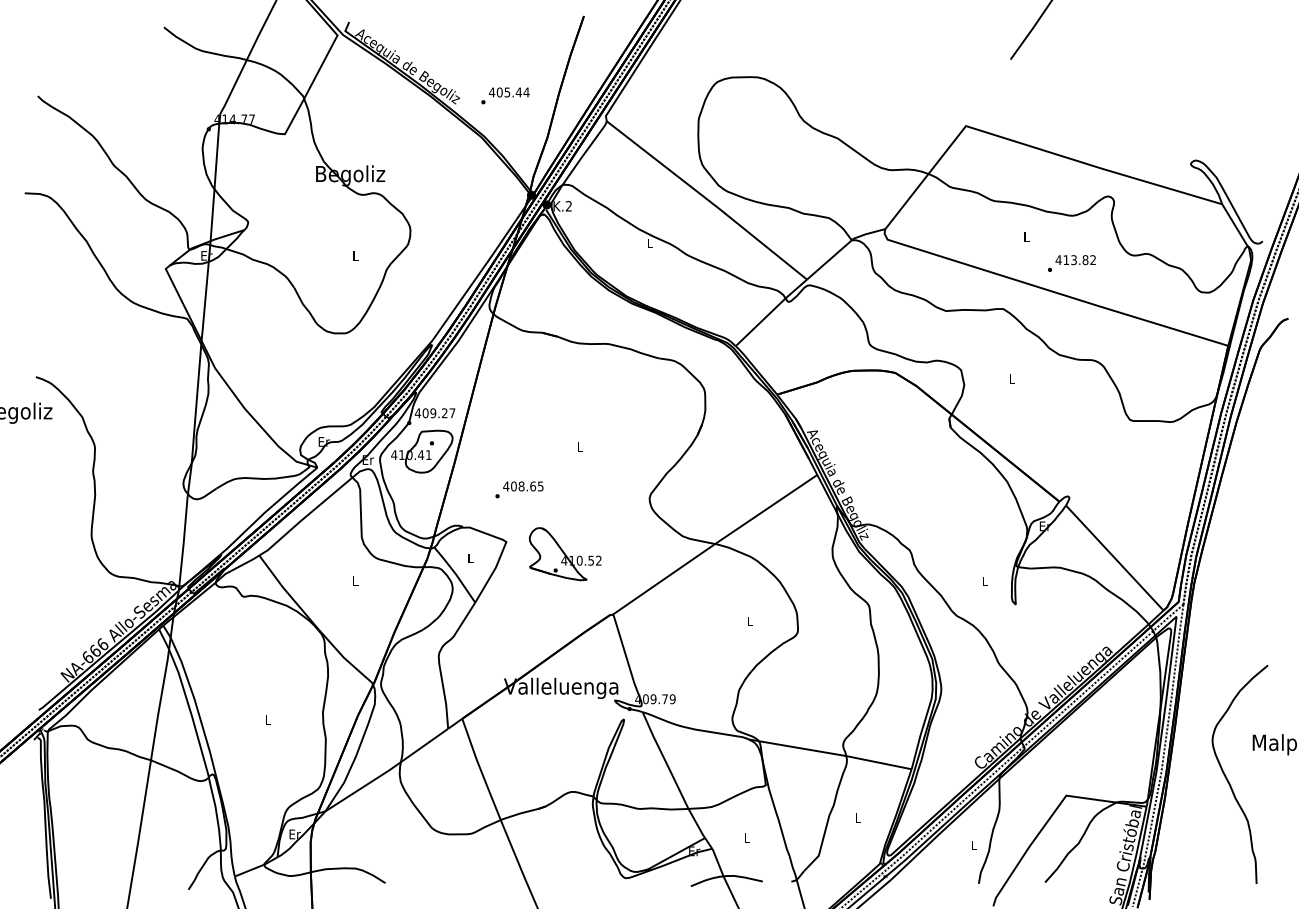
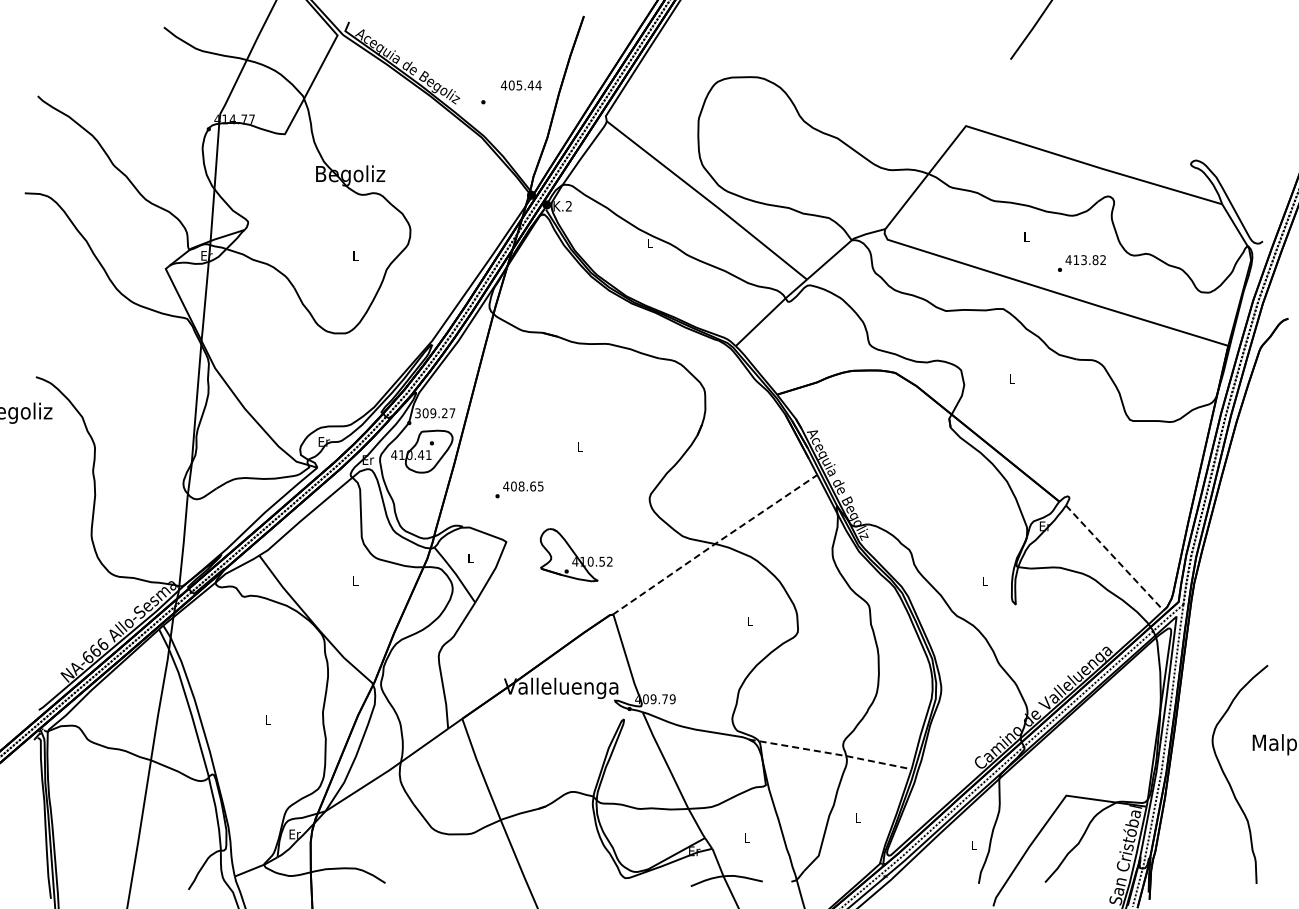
text at (509, 92) position: (509, 92) -> (521, 85)
text at (1071, 263) position: (1071, 263) -> (1081, 263)
text at (417, 413): 409.27 -> 309.27
line at (715, 544): solid -> dashed
part at (564, 554) position: (564, 554) -> (575, 555)
line at (1114, 558): solid -> dashed
line at (831, 753): solid -> dashed
